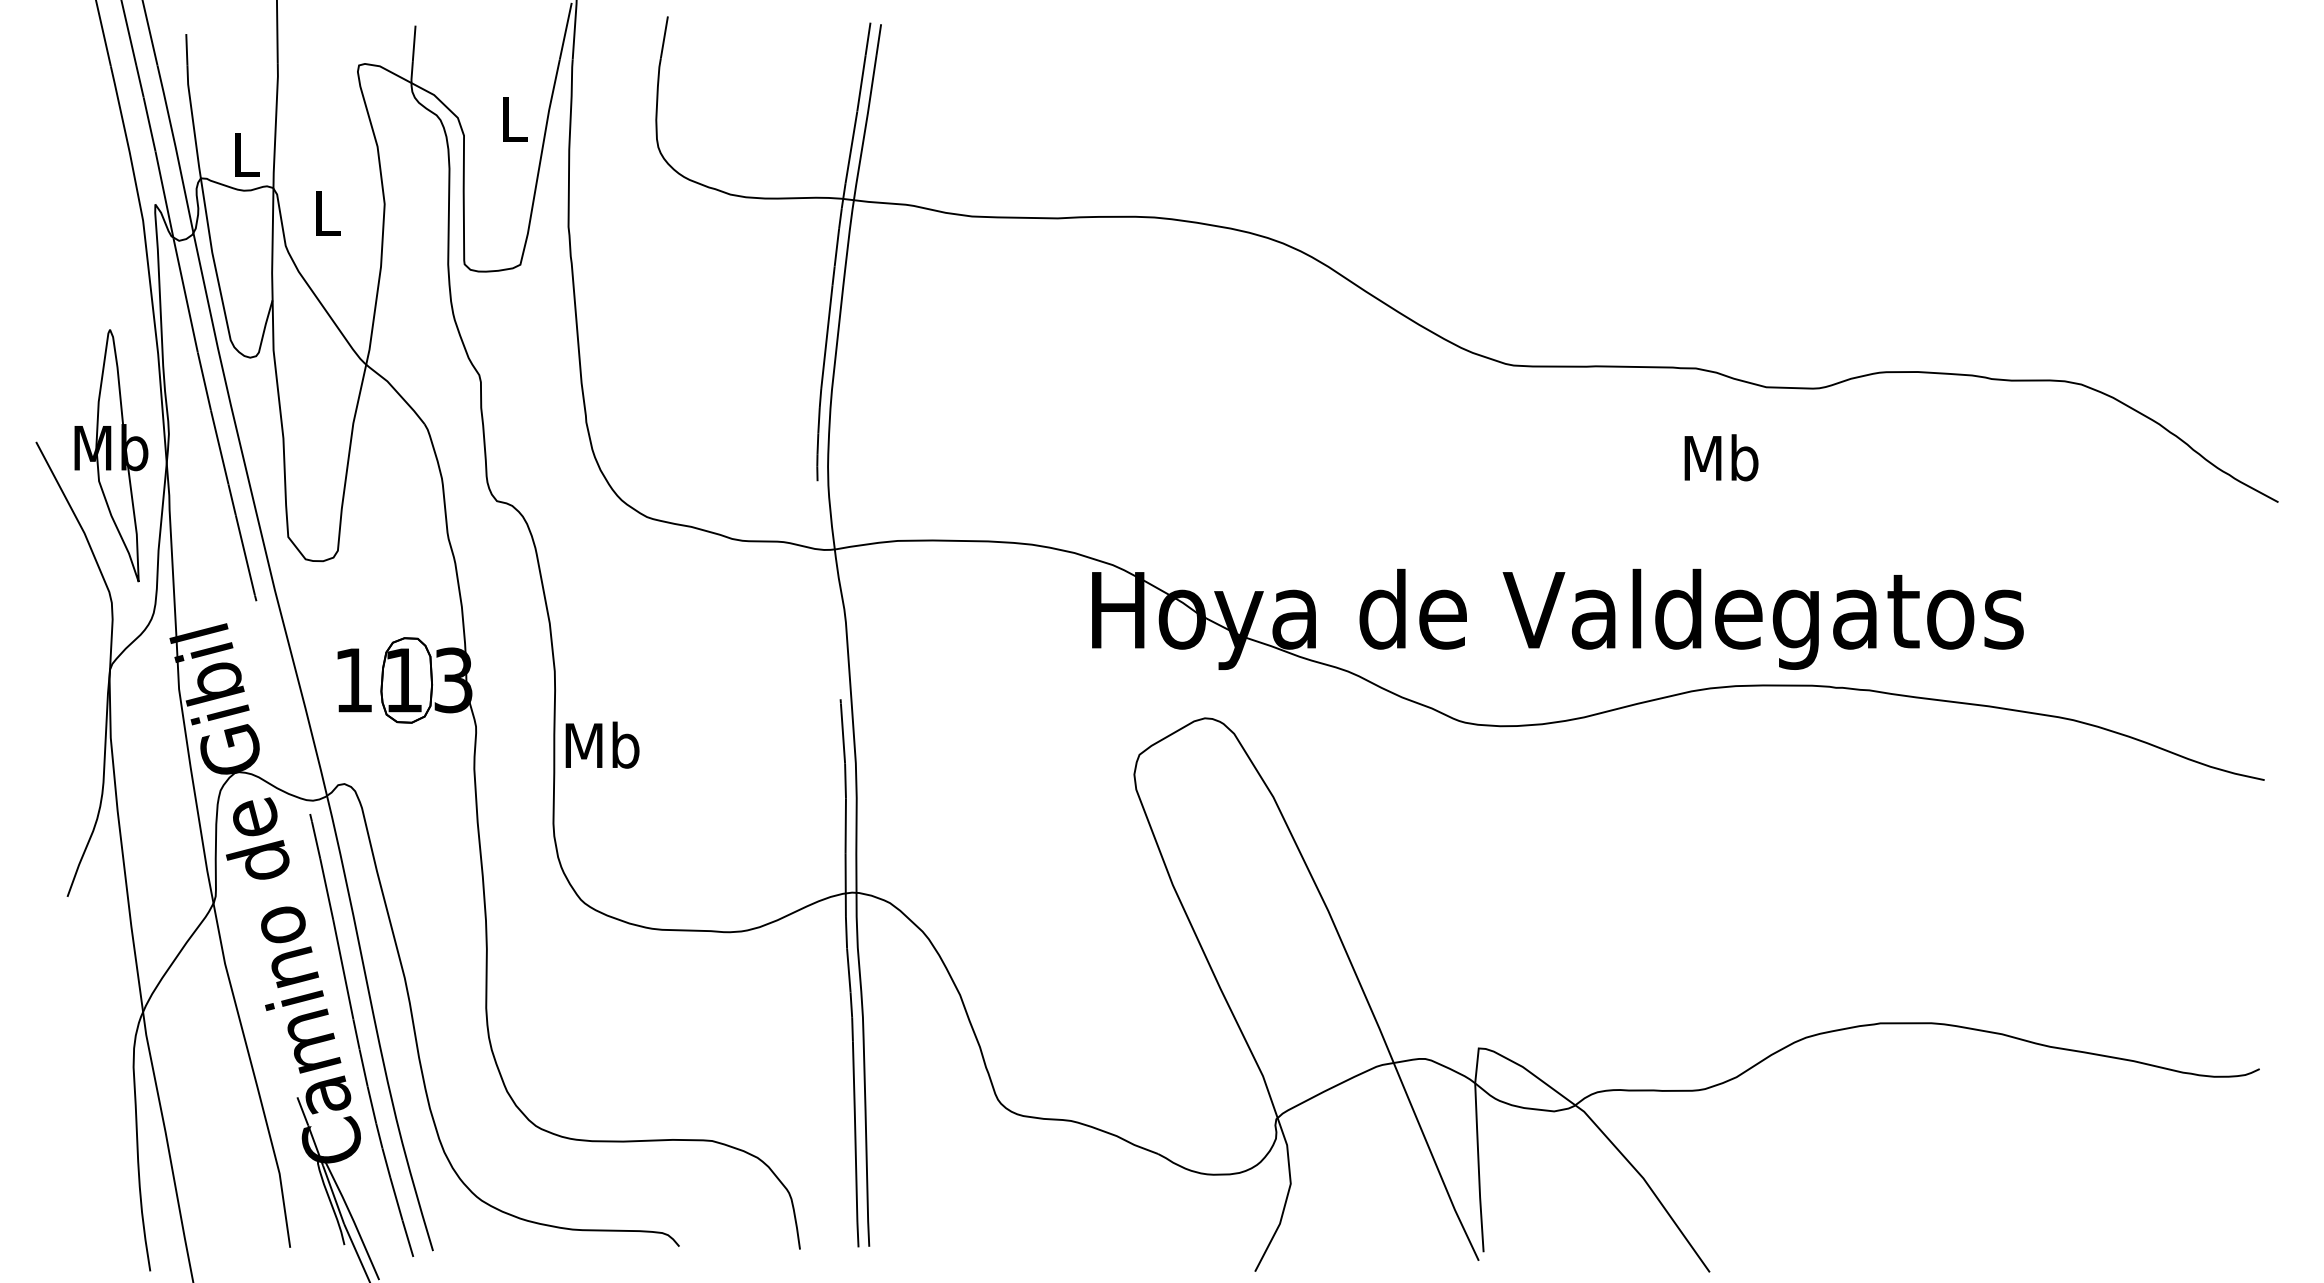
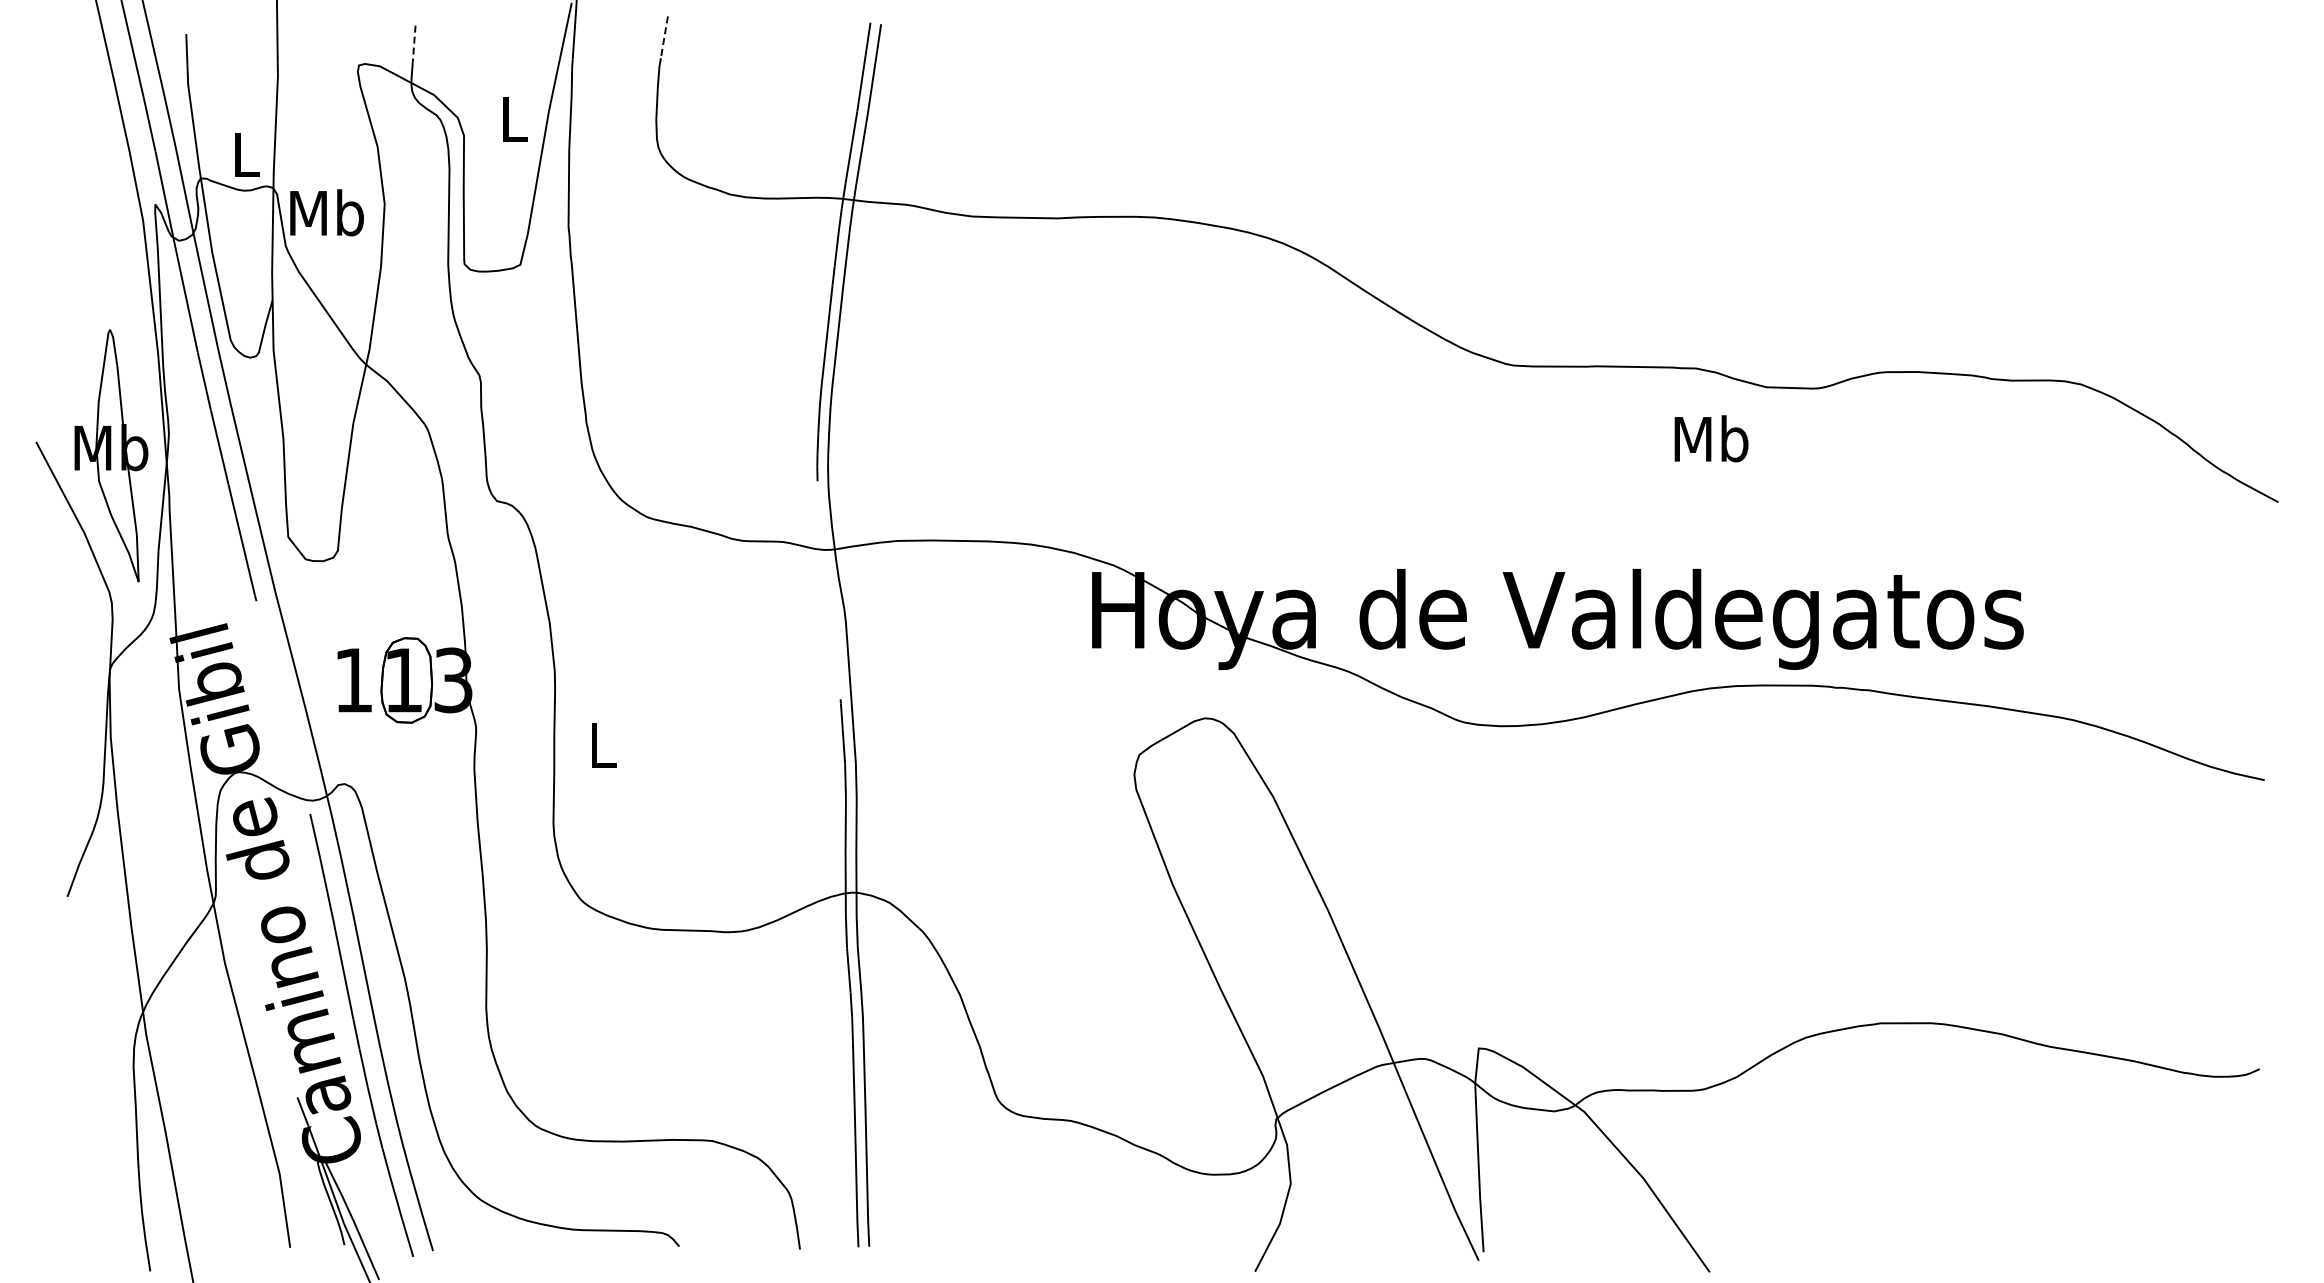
line at (664, 37): solid -> dashed
line at (414, 44): solid -> dashed
text at (326, 212): L -> Mb
text at (1721, 457) position: (1721, 457) -> (1711, 438)
text at (602, 744): Mb -> L
